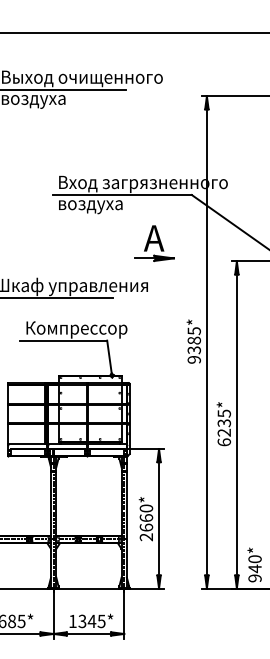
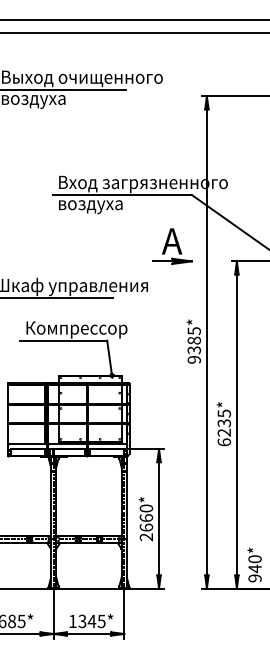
line at (134, 19): none -> present
part at (154, 243) position: (154, 243) -> (172, 246)
